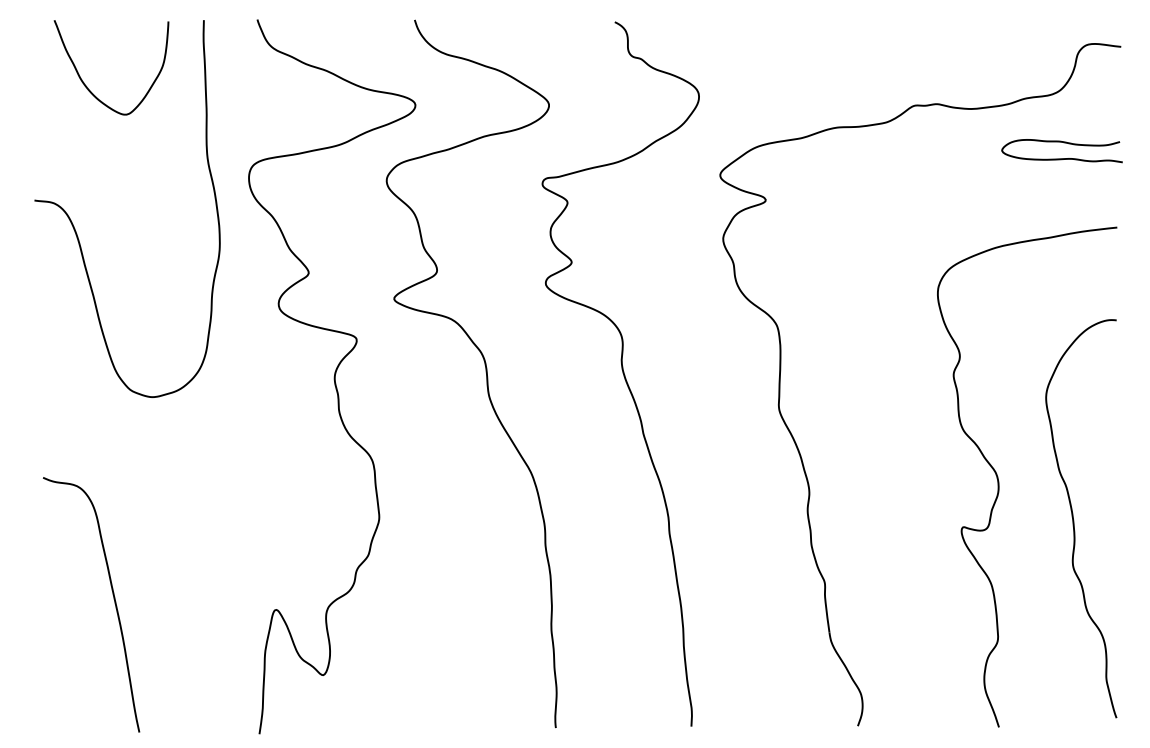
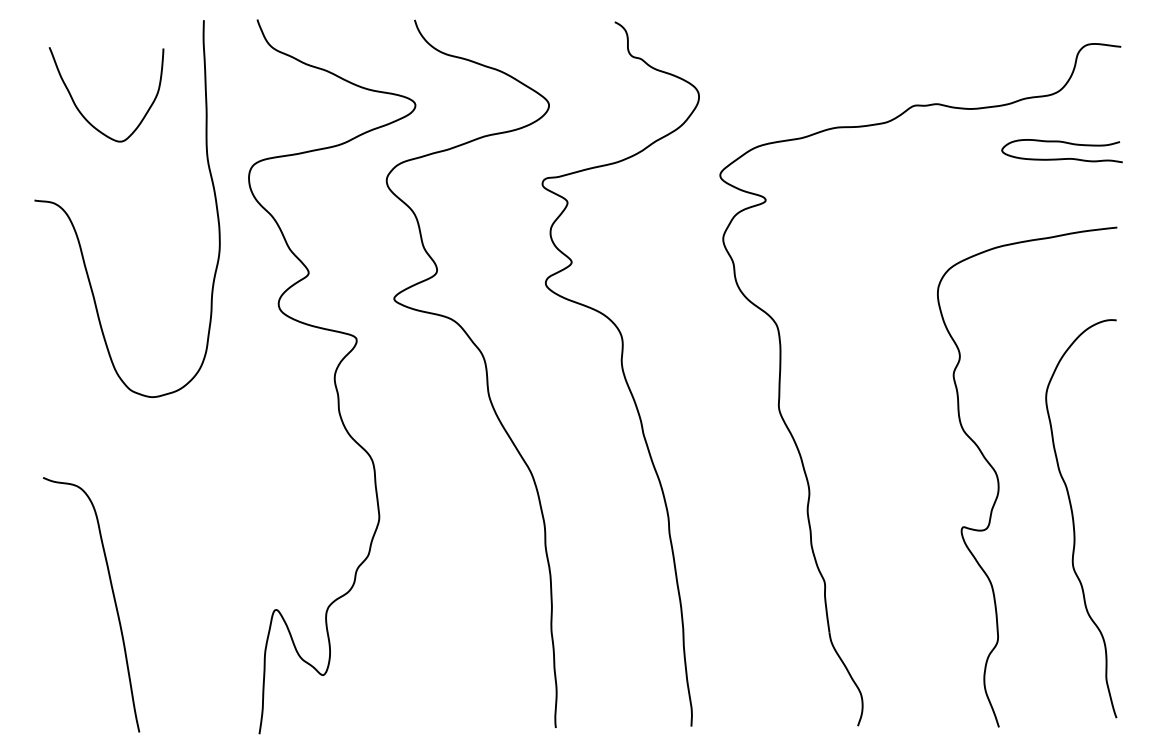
curve at (87, 86) position: (87, 86) -> (82, 113)
